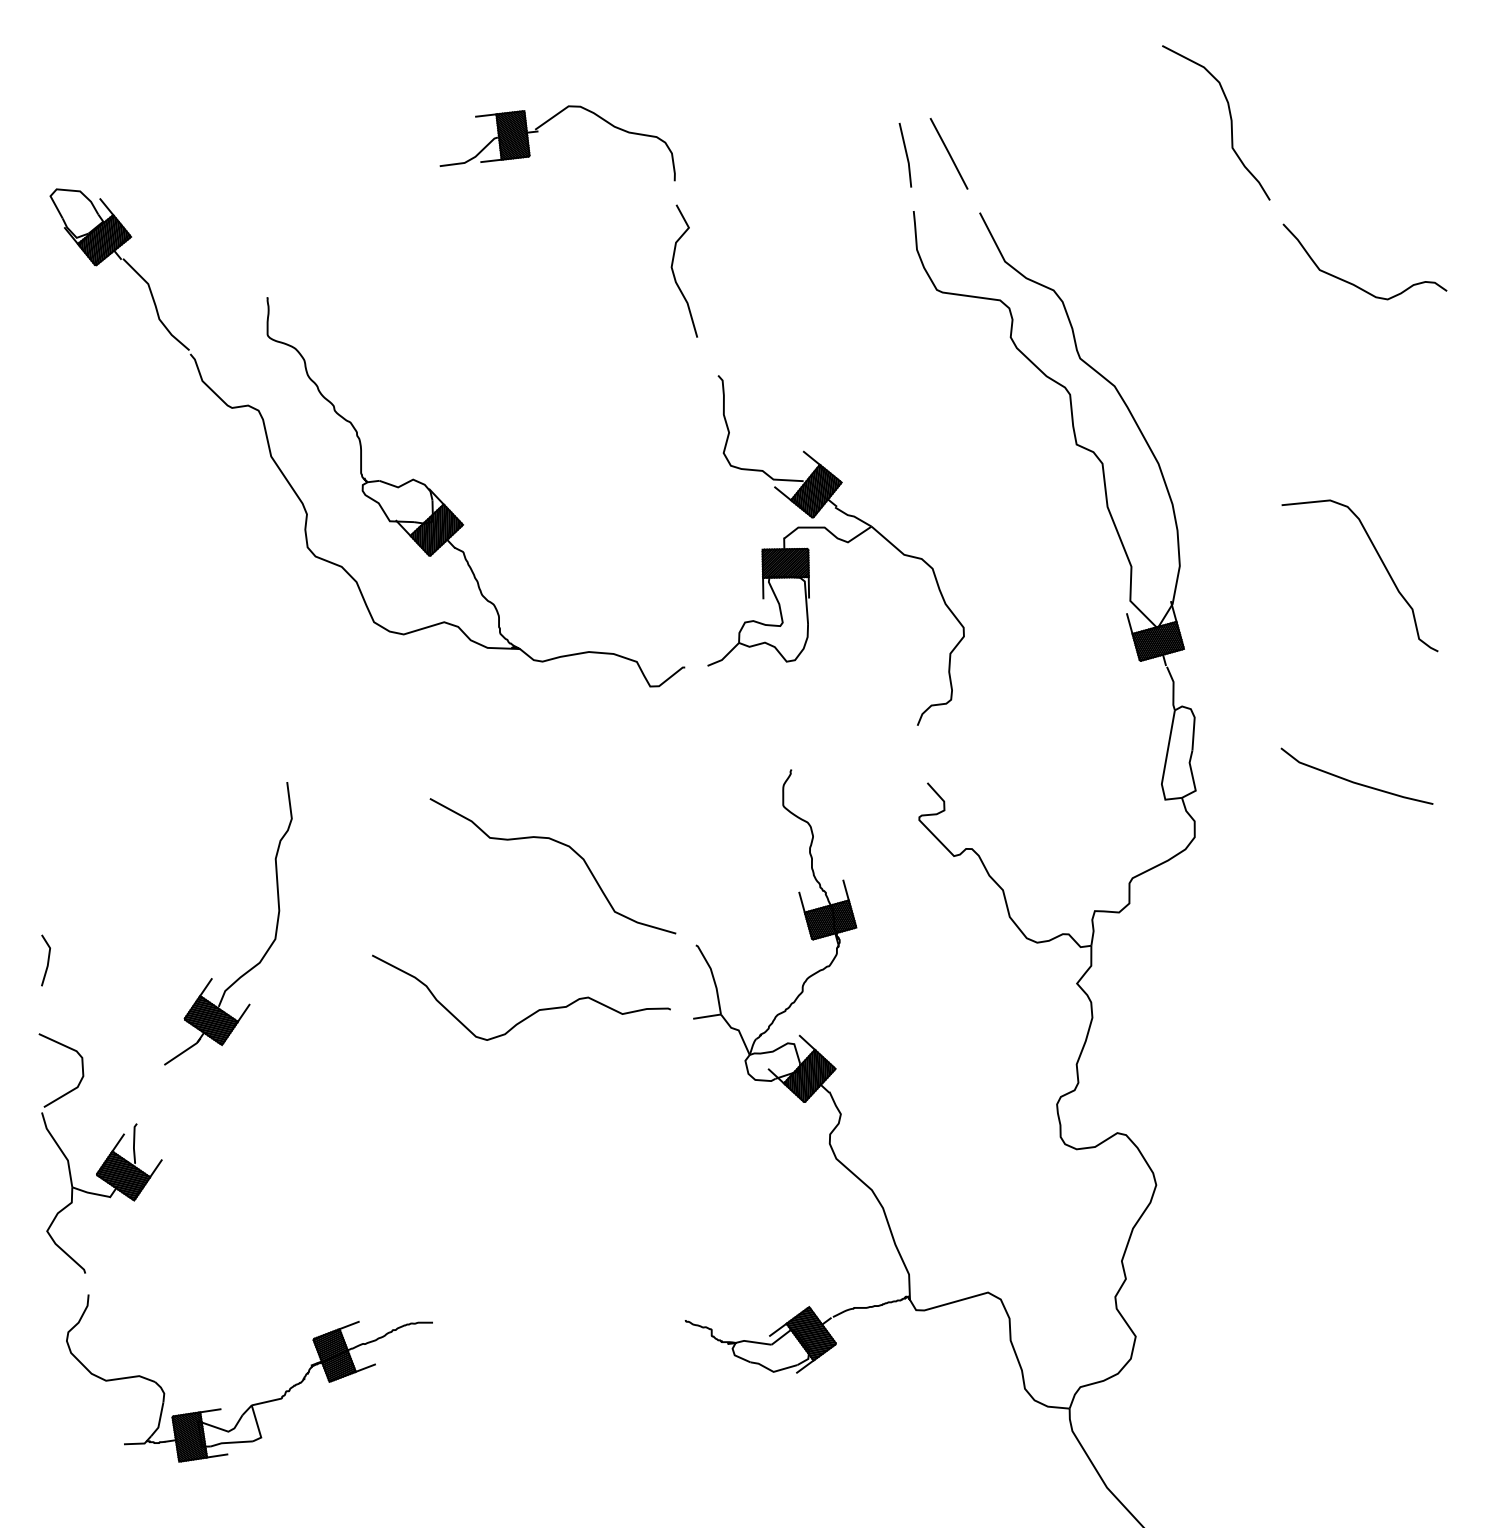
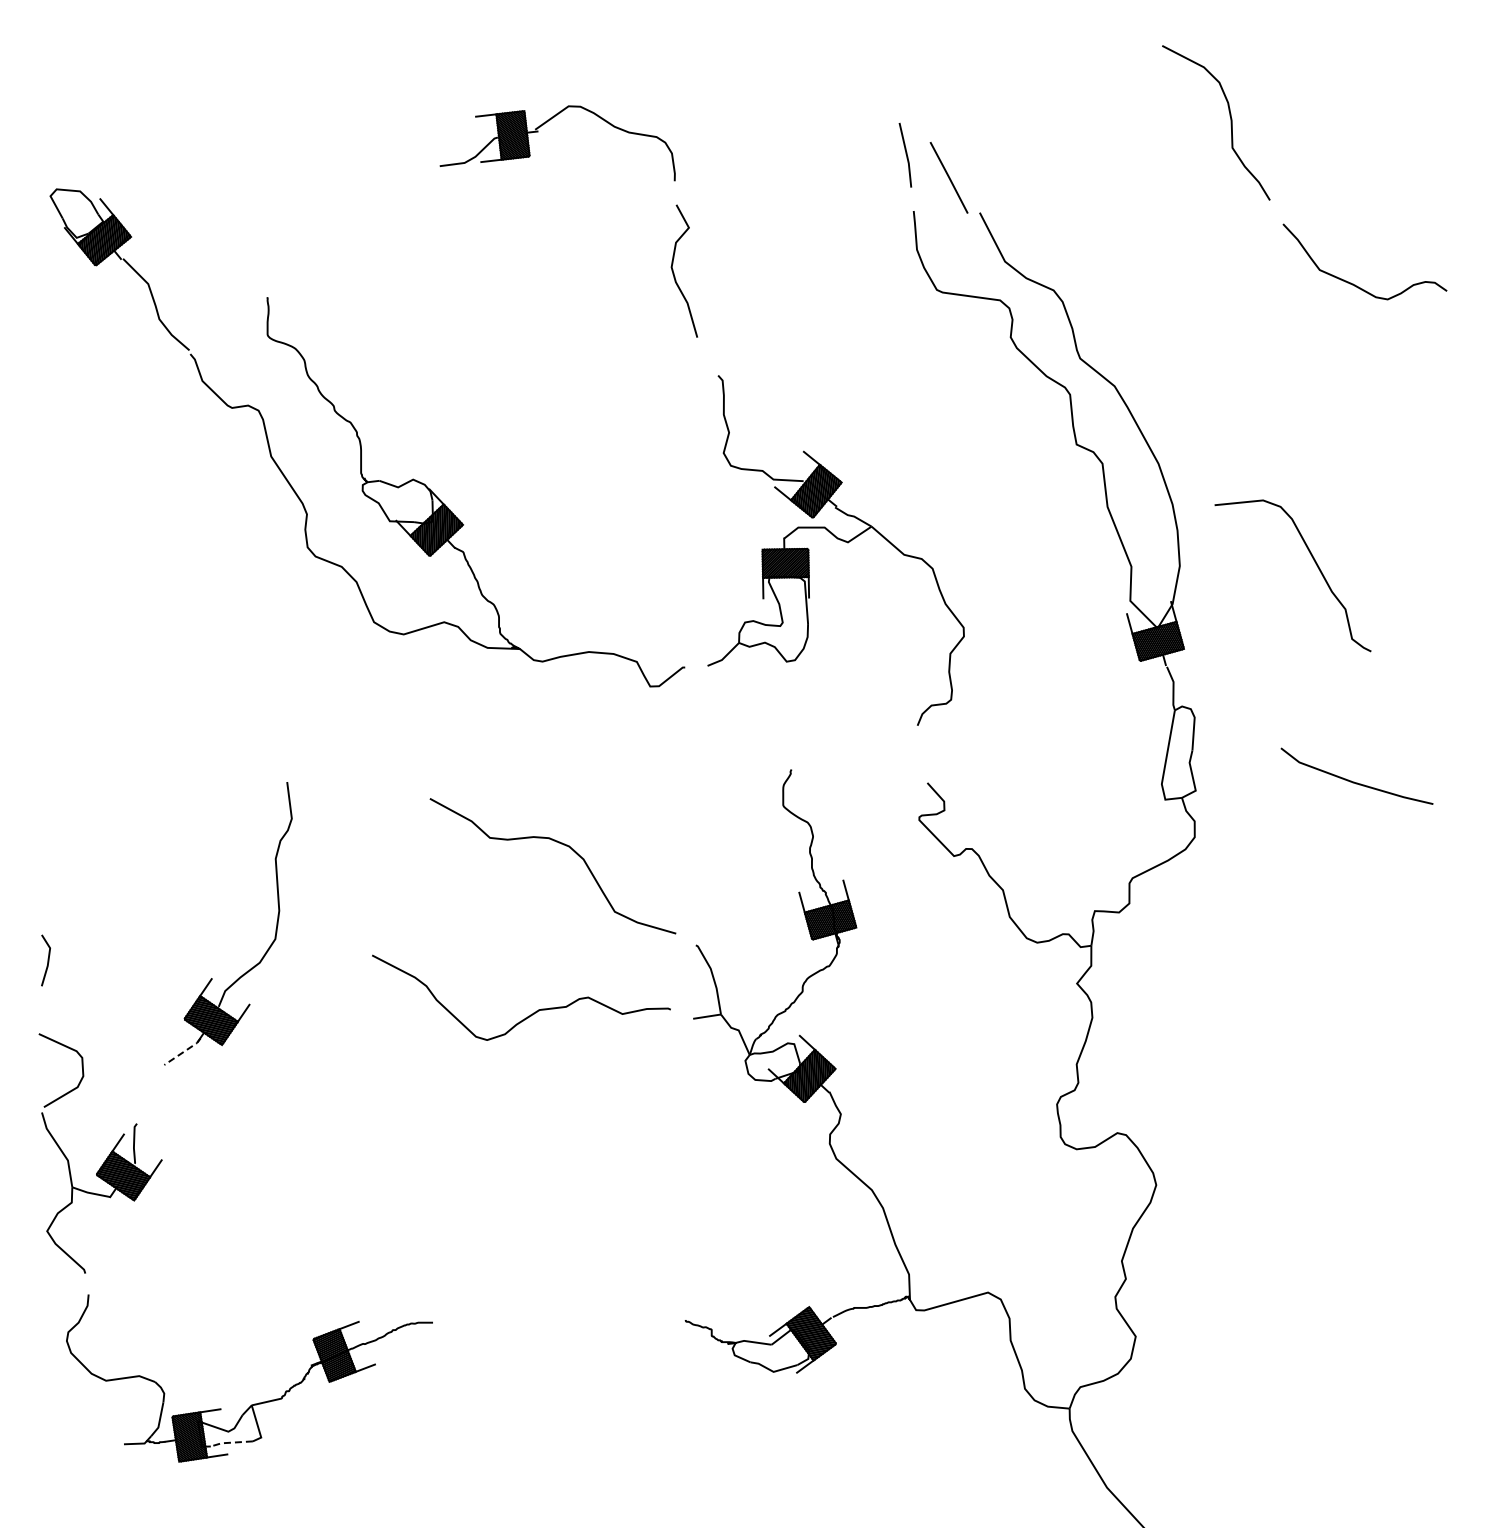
line at (948, 153) position: (948, 153) -> (948, 177)
curve at (1382, 564) position: (1382, 564) -> (1315, 564)
line at (183, 1051): solid -> dashed
line at (230, 1442): solid -> dashed
